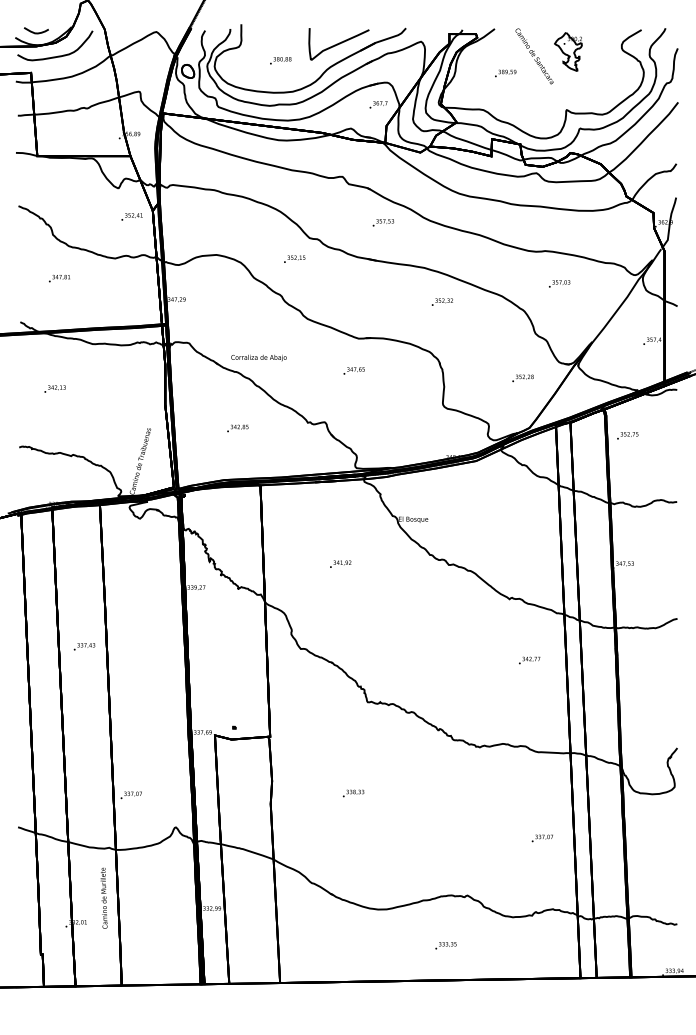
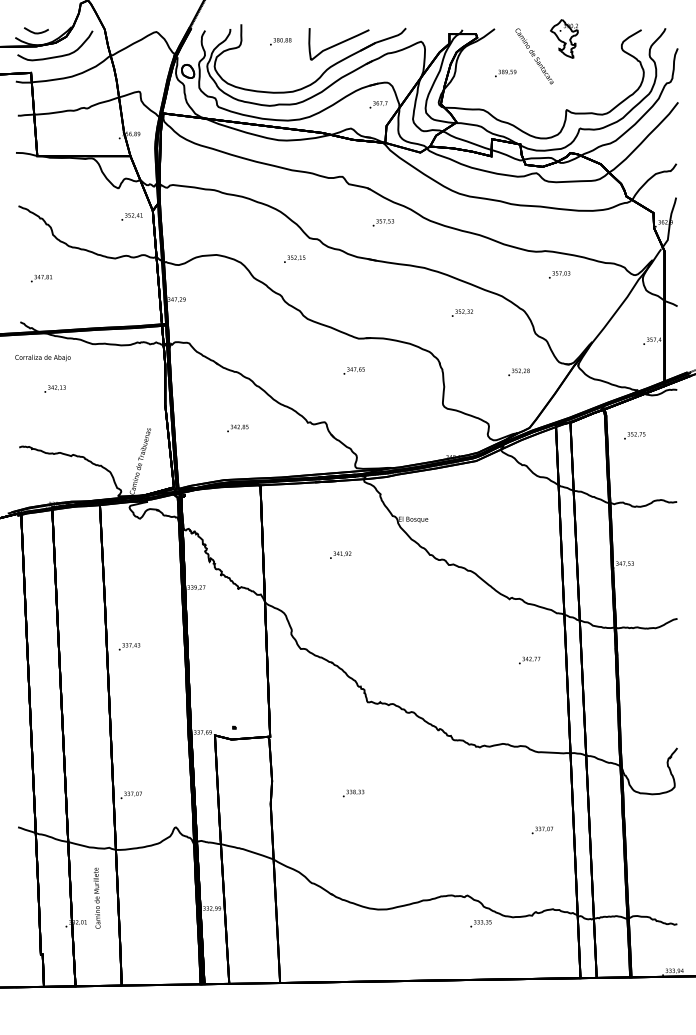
part at (568, 51) position: (568, 51) -> (564, 38)
text at (280, 60) position: (280, 60) -> (280, 41)
text at (59, 278) position: (59, 278) -> (41, 278)
text at (559, 283) position: (559, 283) -> (559, 274)
text at (441, 301) position: (441, 301) -> (461, 312)
text at (258, 357) position: (258, 357) -> (42, 357)
text at (522, 378) position: (522, 378) -> (518, 372)
text at (627, 435) position: (627, 435) -> (634, 435)
text at (340, 563) position: (340, 563) -> (340, 554)
text at (84, 646) position: (84, 646) -> (129, 646)
text at (541, 838) position: (541, 838) -> (541, 830)
text at (103, 897) position: (103, 897) -> (96, 897)
text at (445, 945) position: (445, 945) -> (480, 923)
